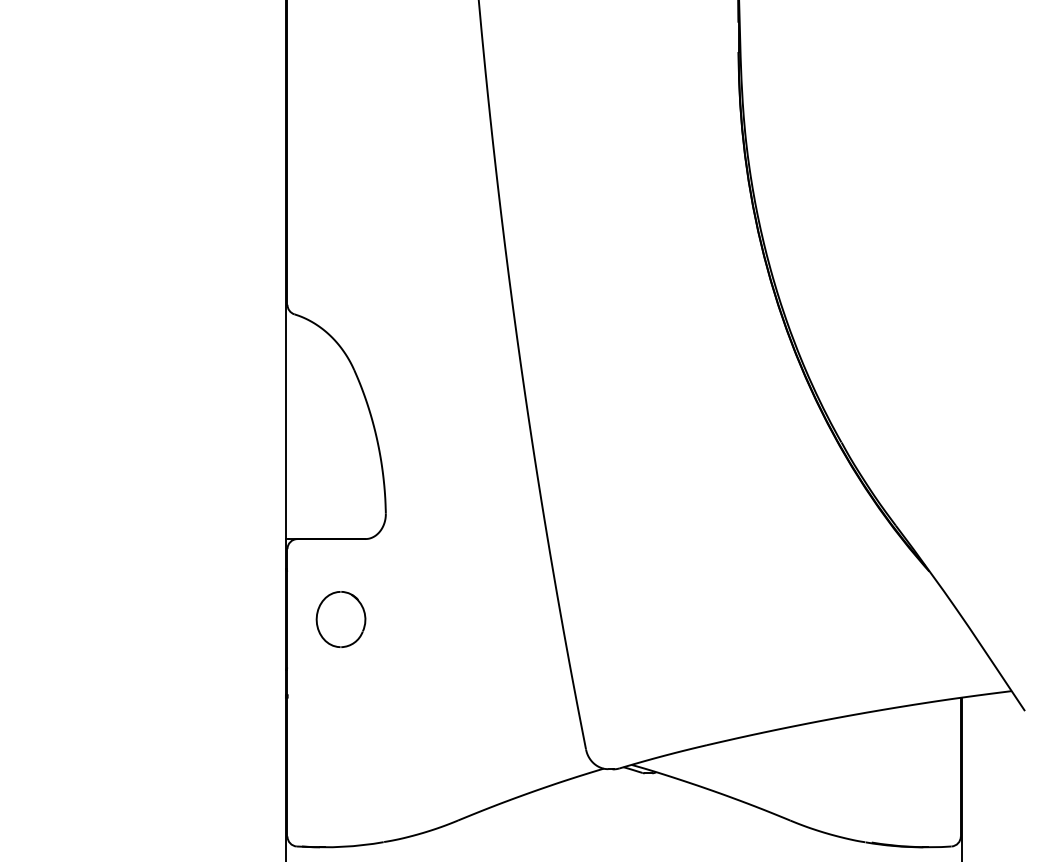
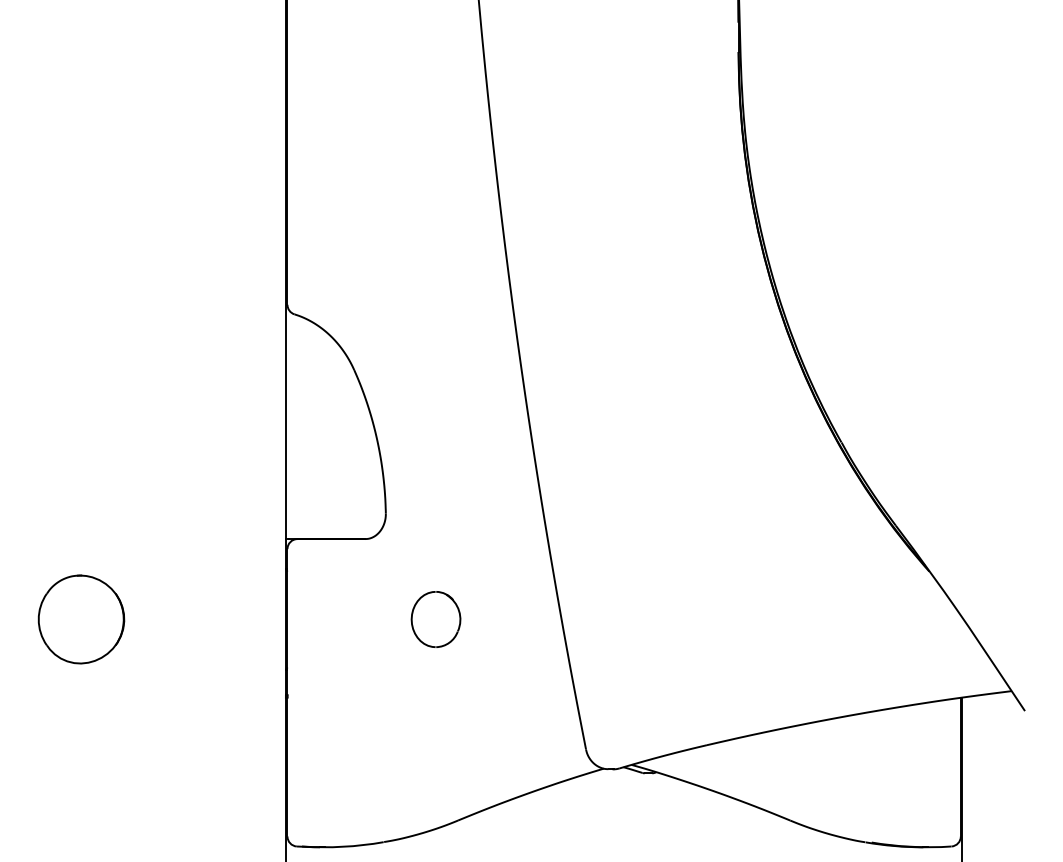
part at (81, 619): none -> present
part at (340, 619) position: (340, 619) -> (435, 619)
